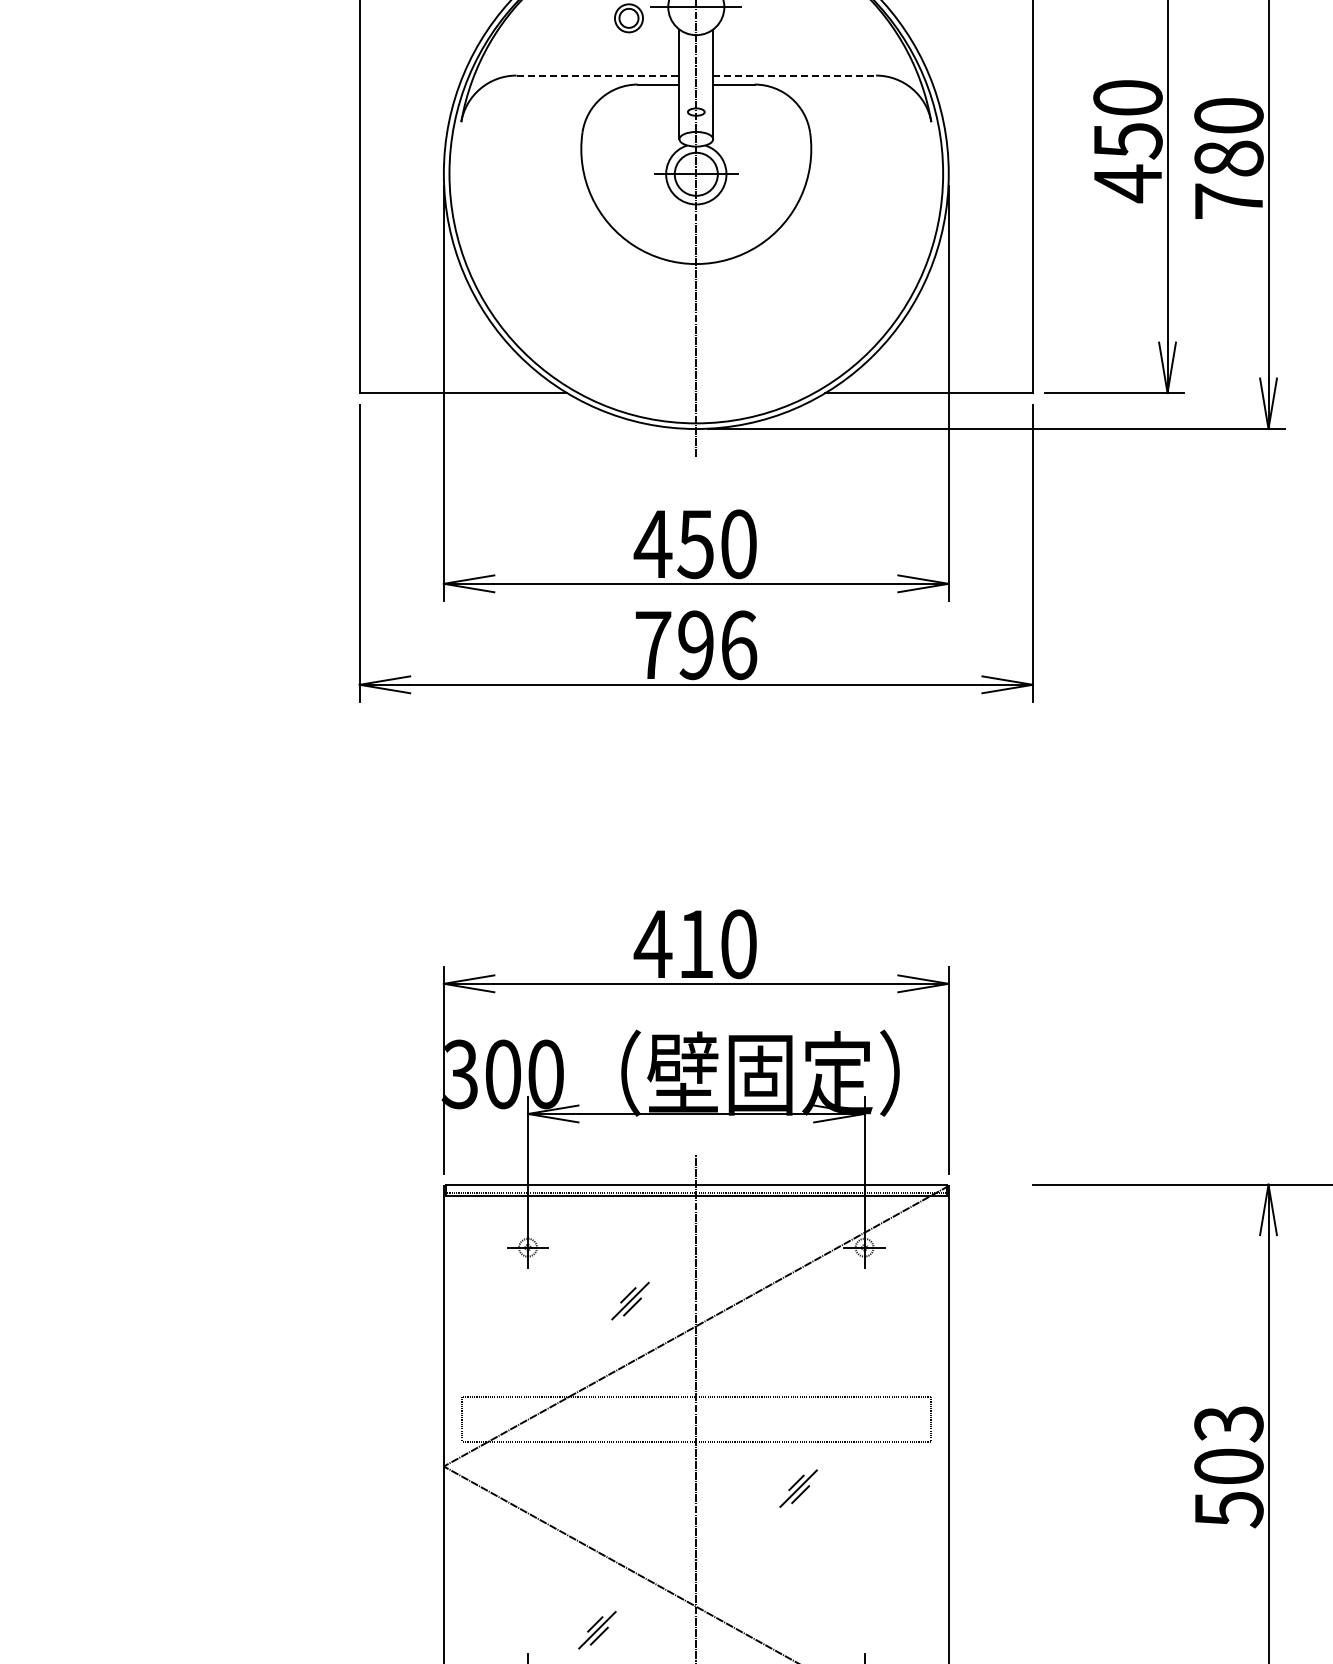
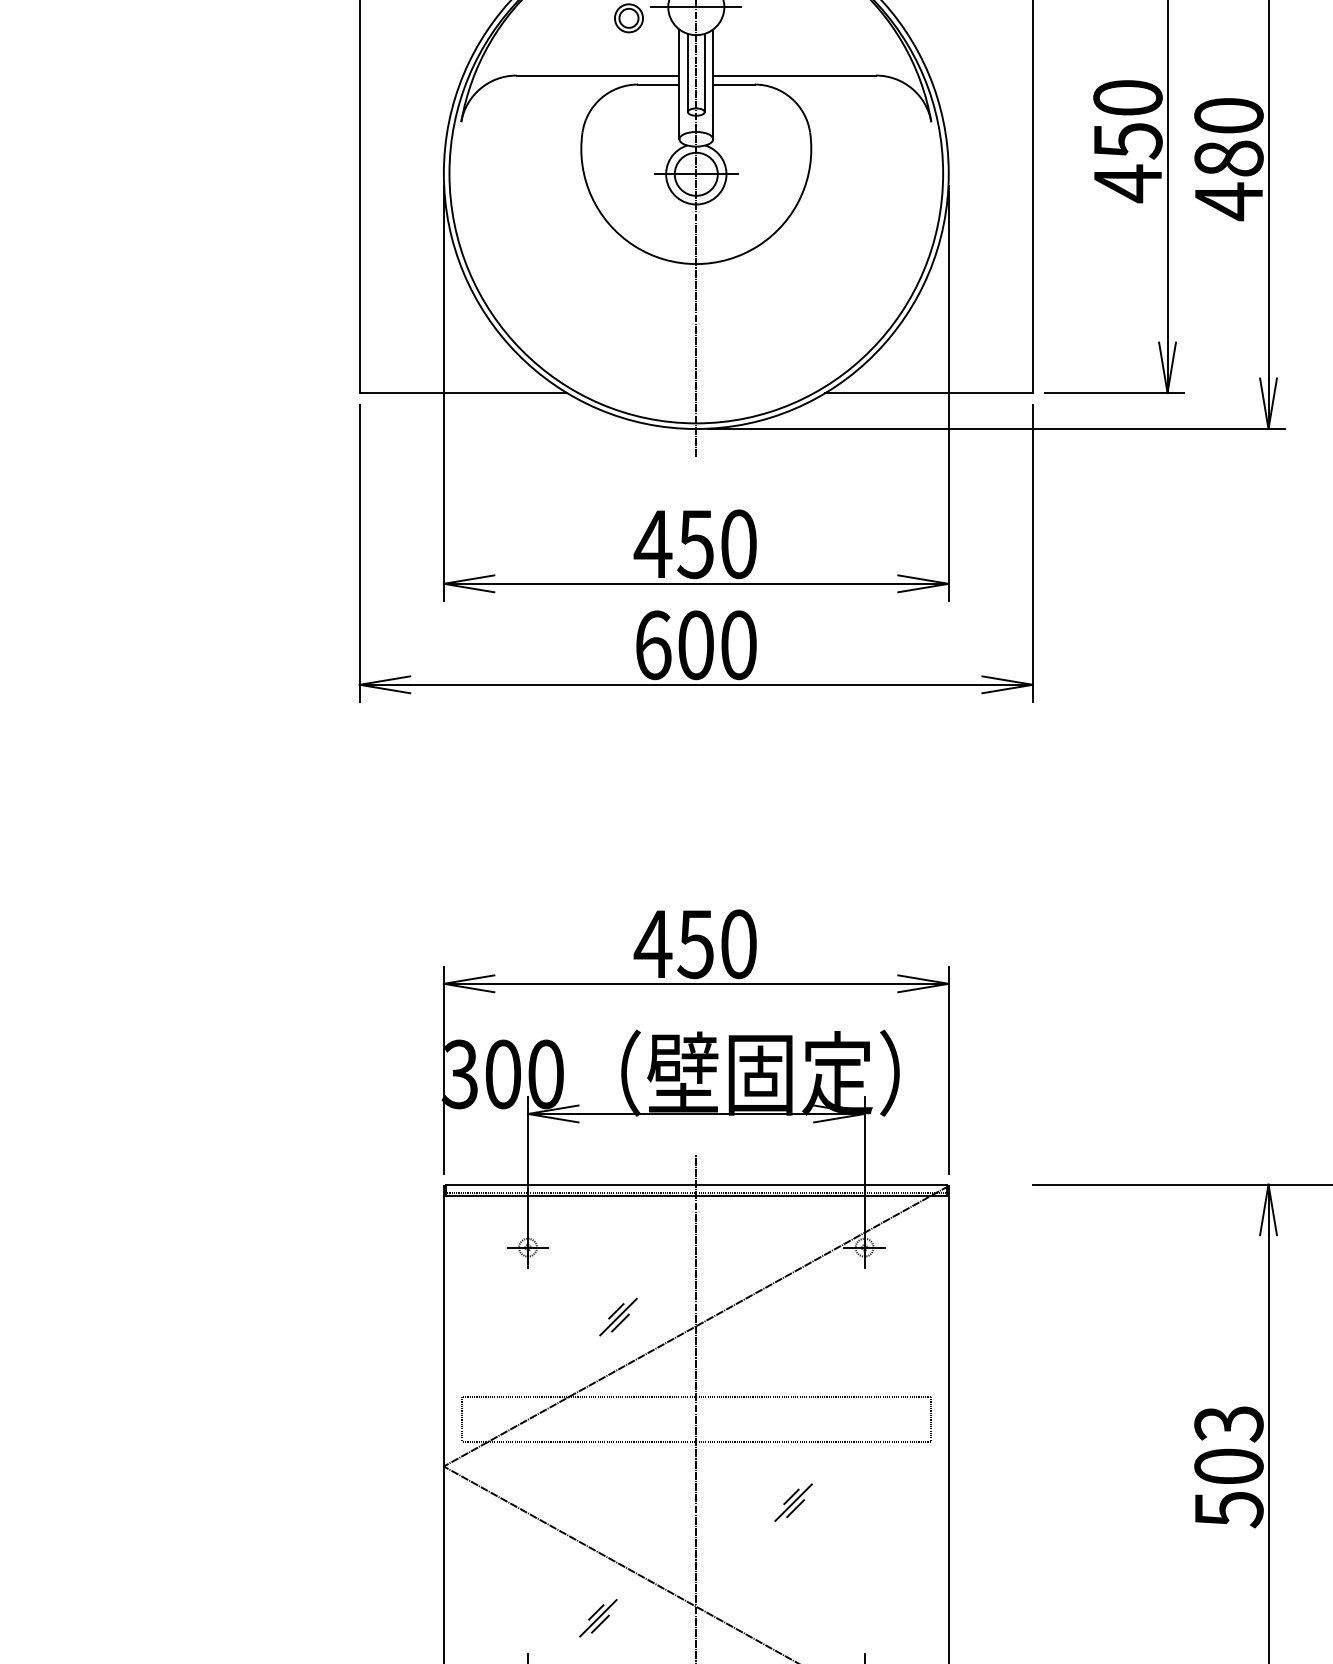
line at (687, 72): none -> present
line at (704, 72): none -> present
line at (598, 75): dashed -> solid
line at (795, 75): dashed -> solid
text at (1228, 201): 780 -> 480
text at (696, 645): 796 -> 600
text at (695, 944): 410 -> 450
part at (630, 1300) position: (630, 1300) -> (618, 1316)
part at (798, 1488) position: (798, 1488) -> (793, 1502)
part at (597, 1630) position: (597, 1630) -> (598, 1618)
